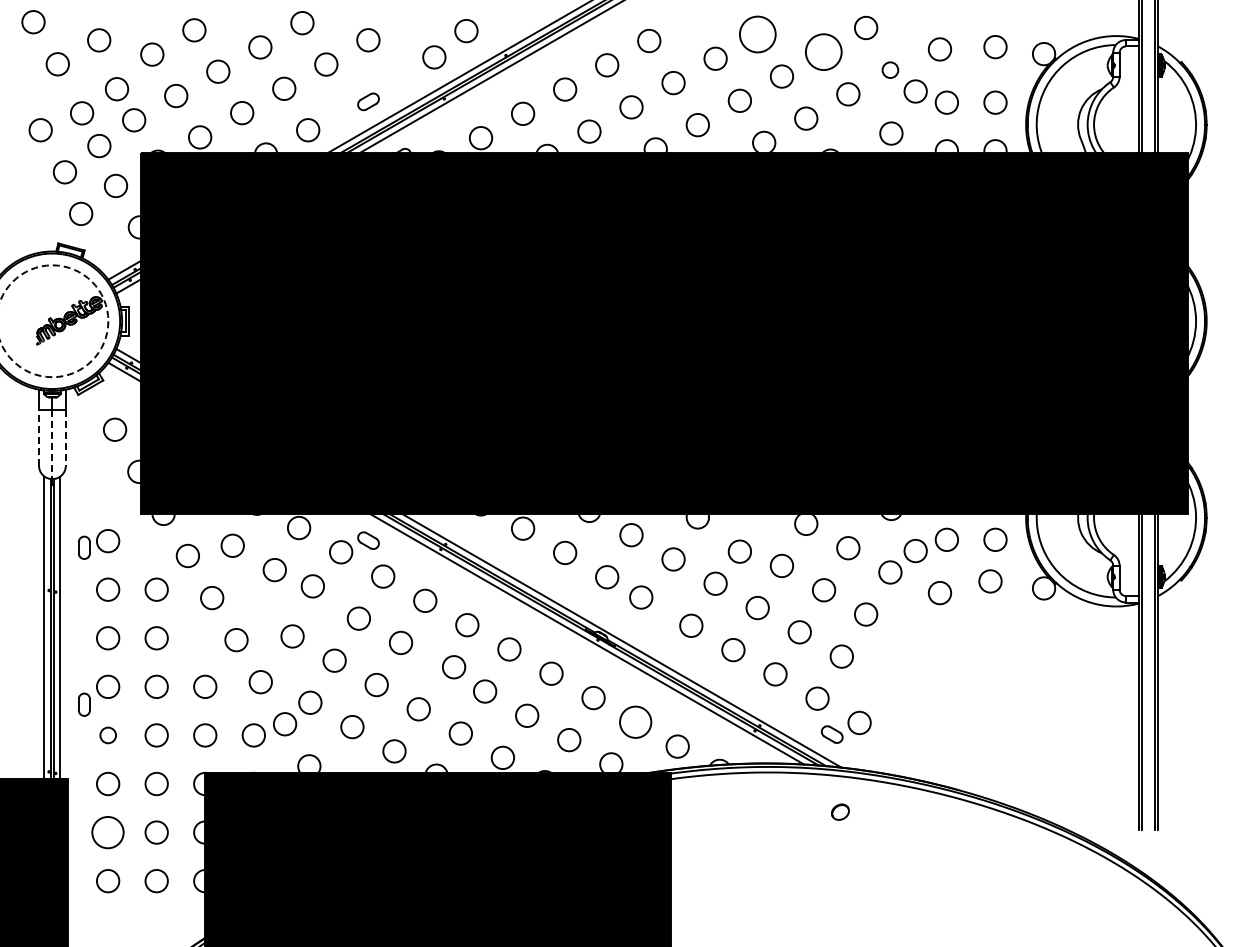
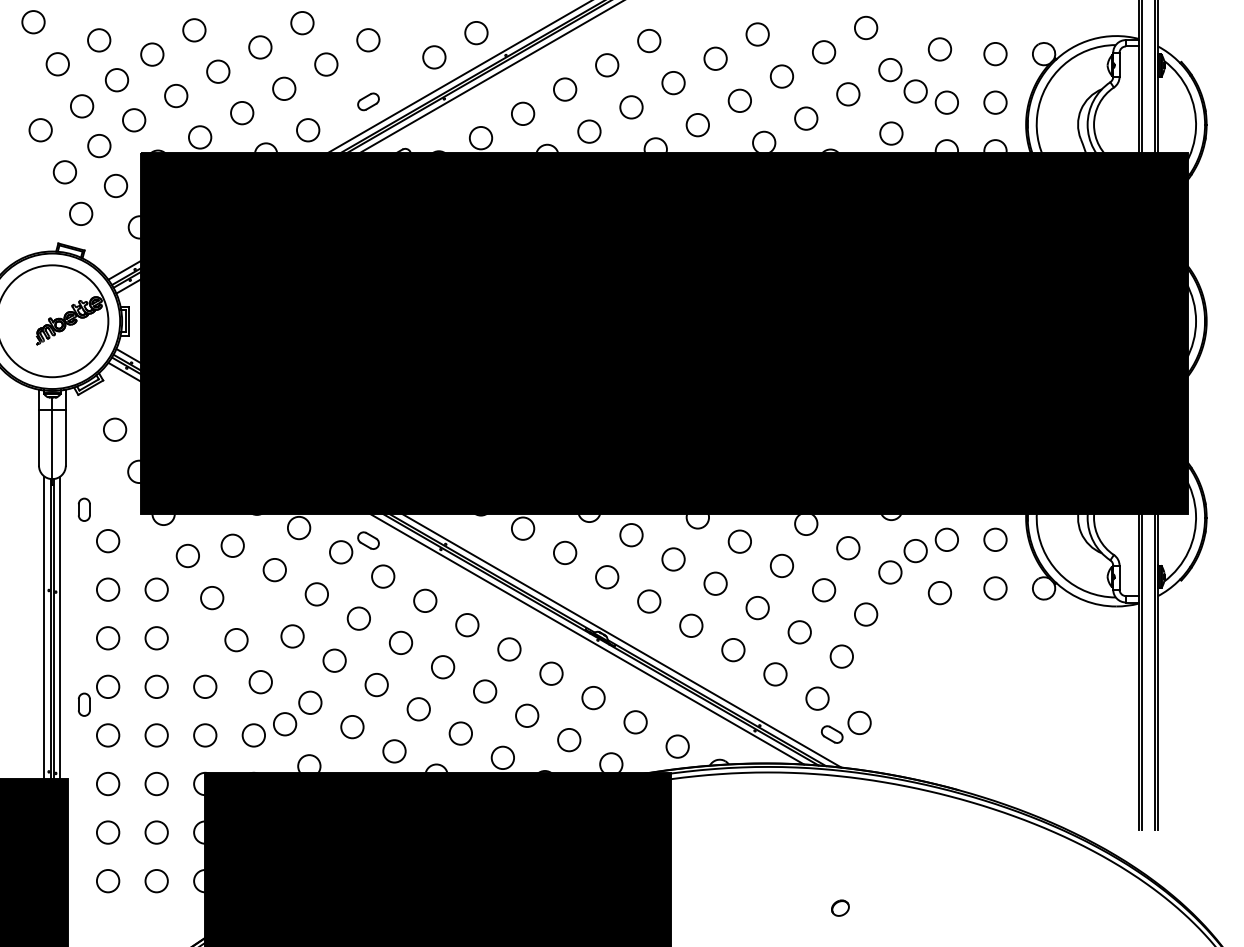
circle at (466, 31) position: (466, 31) -> (476, 33)
circle at (757, 34) size: 38x39 px -> 25x25 px
circle at (995, 47) position: (995, 47) -> (995, 54)
circle at (823, 51) size: 38x38 px -> 25x25 px
circle at (890, 69) size: 19x18 px -> 25x25 px
circle at (117, 89) position: (117, 89) -> (117, 80)
circle at (82, 113) position: (82, 113) -> (82, 106)
circle at (54, 321): dashed -> solid
line at (39, 438): dashed -> solid
line at (65, 438): dashed -> solid
line at (52, 445): dashed -> solid
part at (83, 547) position: (83, 547) -> (83, 509)
circle at (739, 551) position: (739, 551) -> (739, 541)
circle at (990, 581) position: (990, 581) -> (995, 588)
circle at (312, 586) position: (312, 586) -> (316, 594)
circle at (641, 597) position: (641, 597) -> (649, 601)
circle at (454, 667) position: (454, 667) -> (443, 667)
circle at (635, 721) size: 34x34 px -> 25x25 px
circle at (107, 735) size: 18x19 px -> 25x25 px
part at (840, 811) position: (840, 811) -> (840, 907)
circle at (107, 832) size: 34x34 px -> 25x25 px
